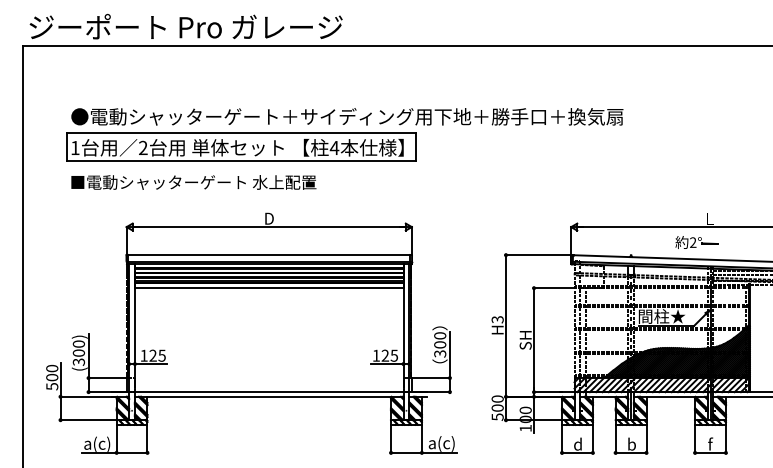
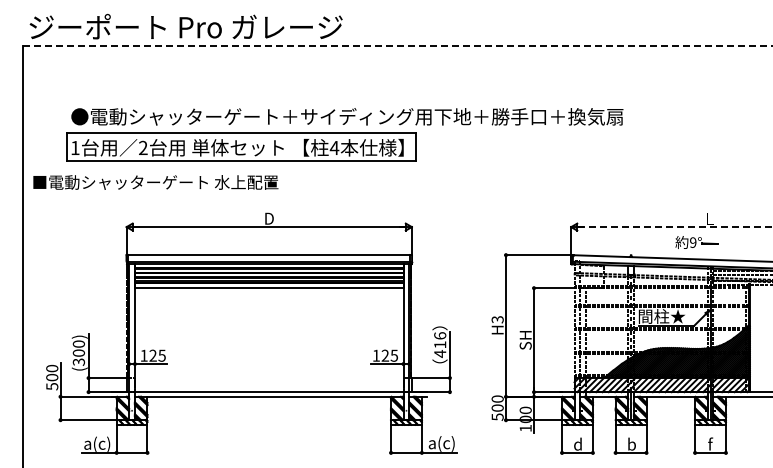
line at (398, 46): solid -> dashed
text at (193, 182) position: (193, 182) -> (155, 182)
line at (675, 227): solid -> dashed
text at (693, 242): 2° -> 9°
text at (440, 345): 300 -> 416
